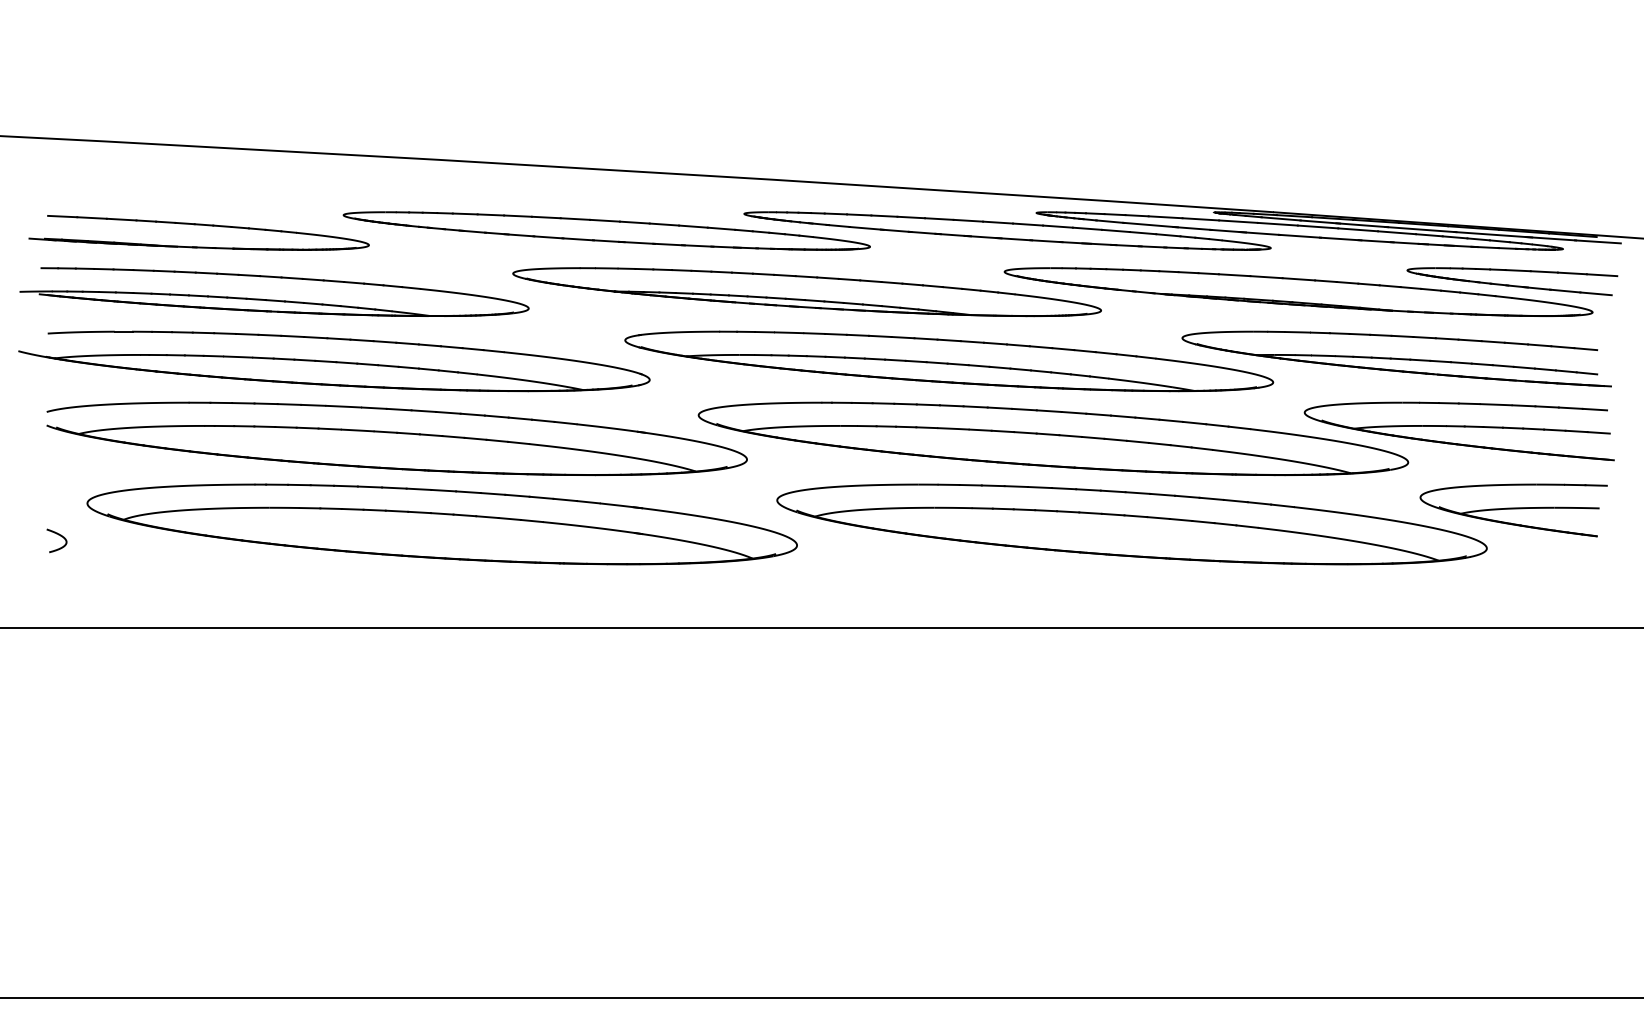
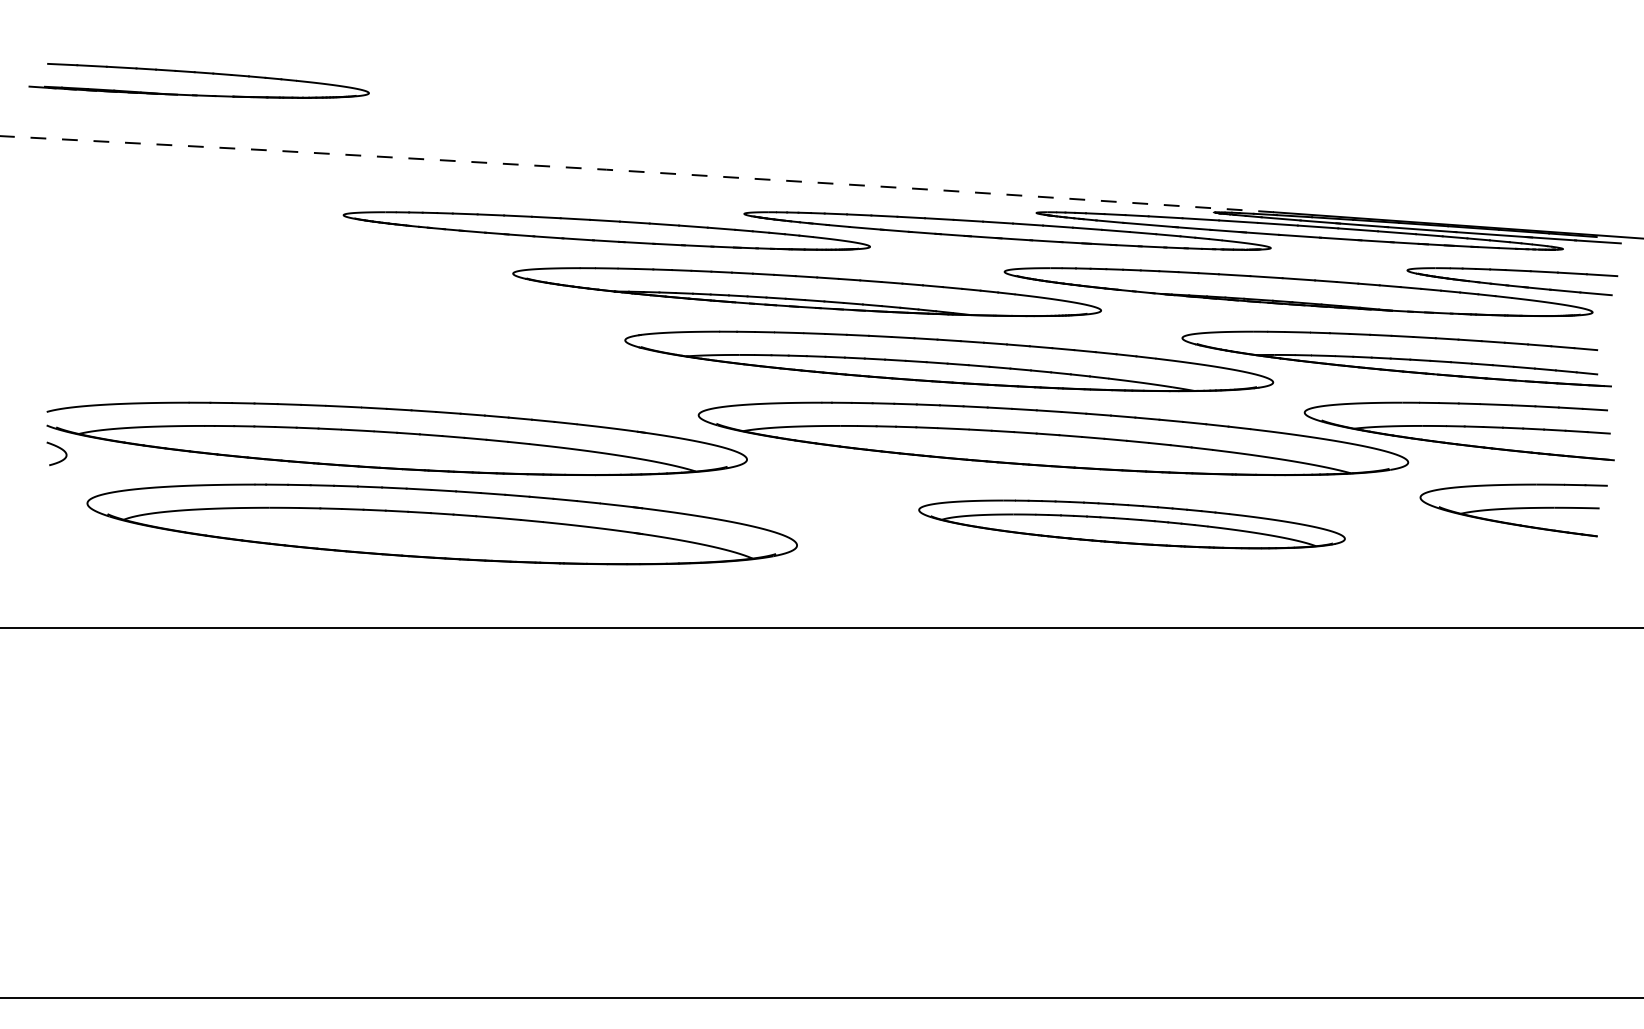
arc at (637, 171): solid -> dashed
part at (198, 225) position: (198, 225) -> (198, 73)
part at (274, 299): present -> none
part at (334, 361): present -> none
part at (1131, 524) size: 712x83 px -> 428x51 px
curve at (58, 535) position: (58, 535) -> (58, 448)
